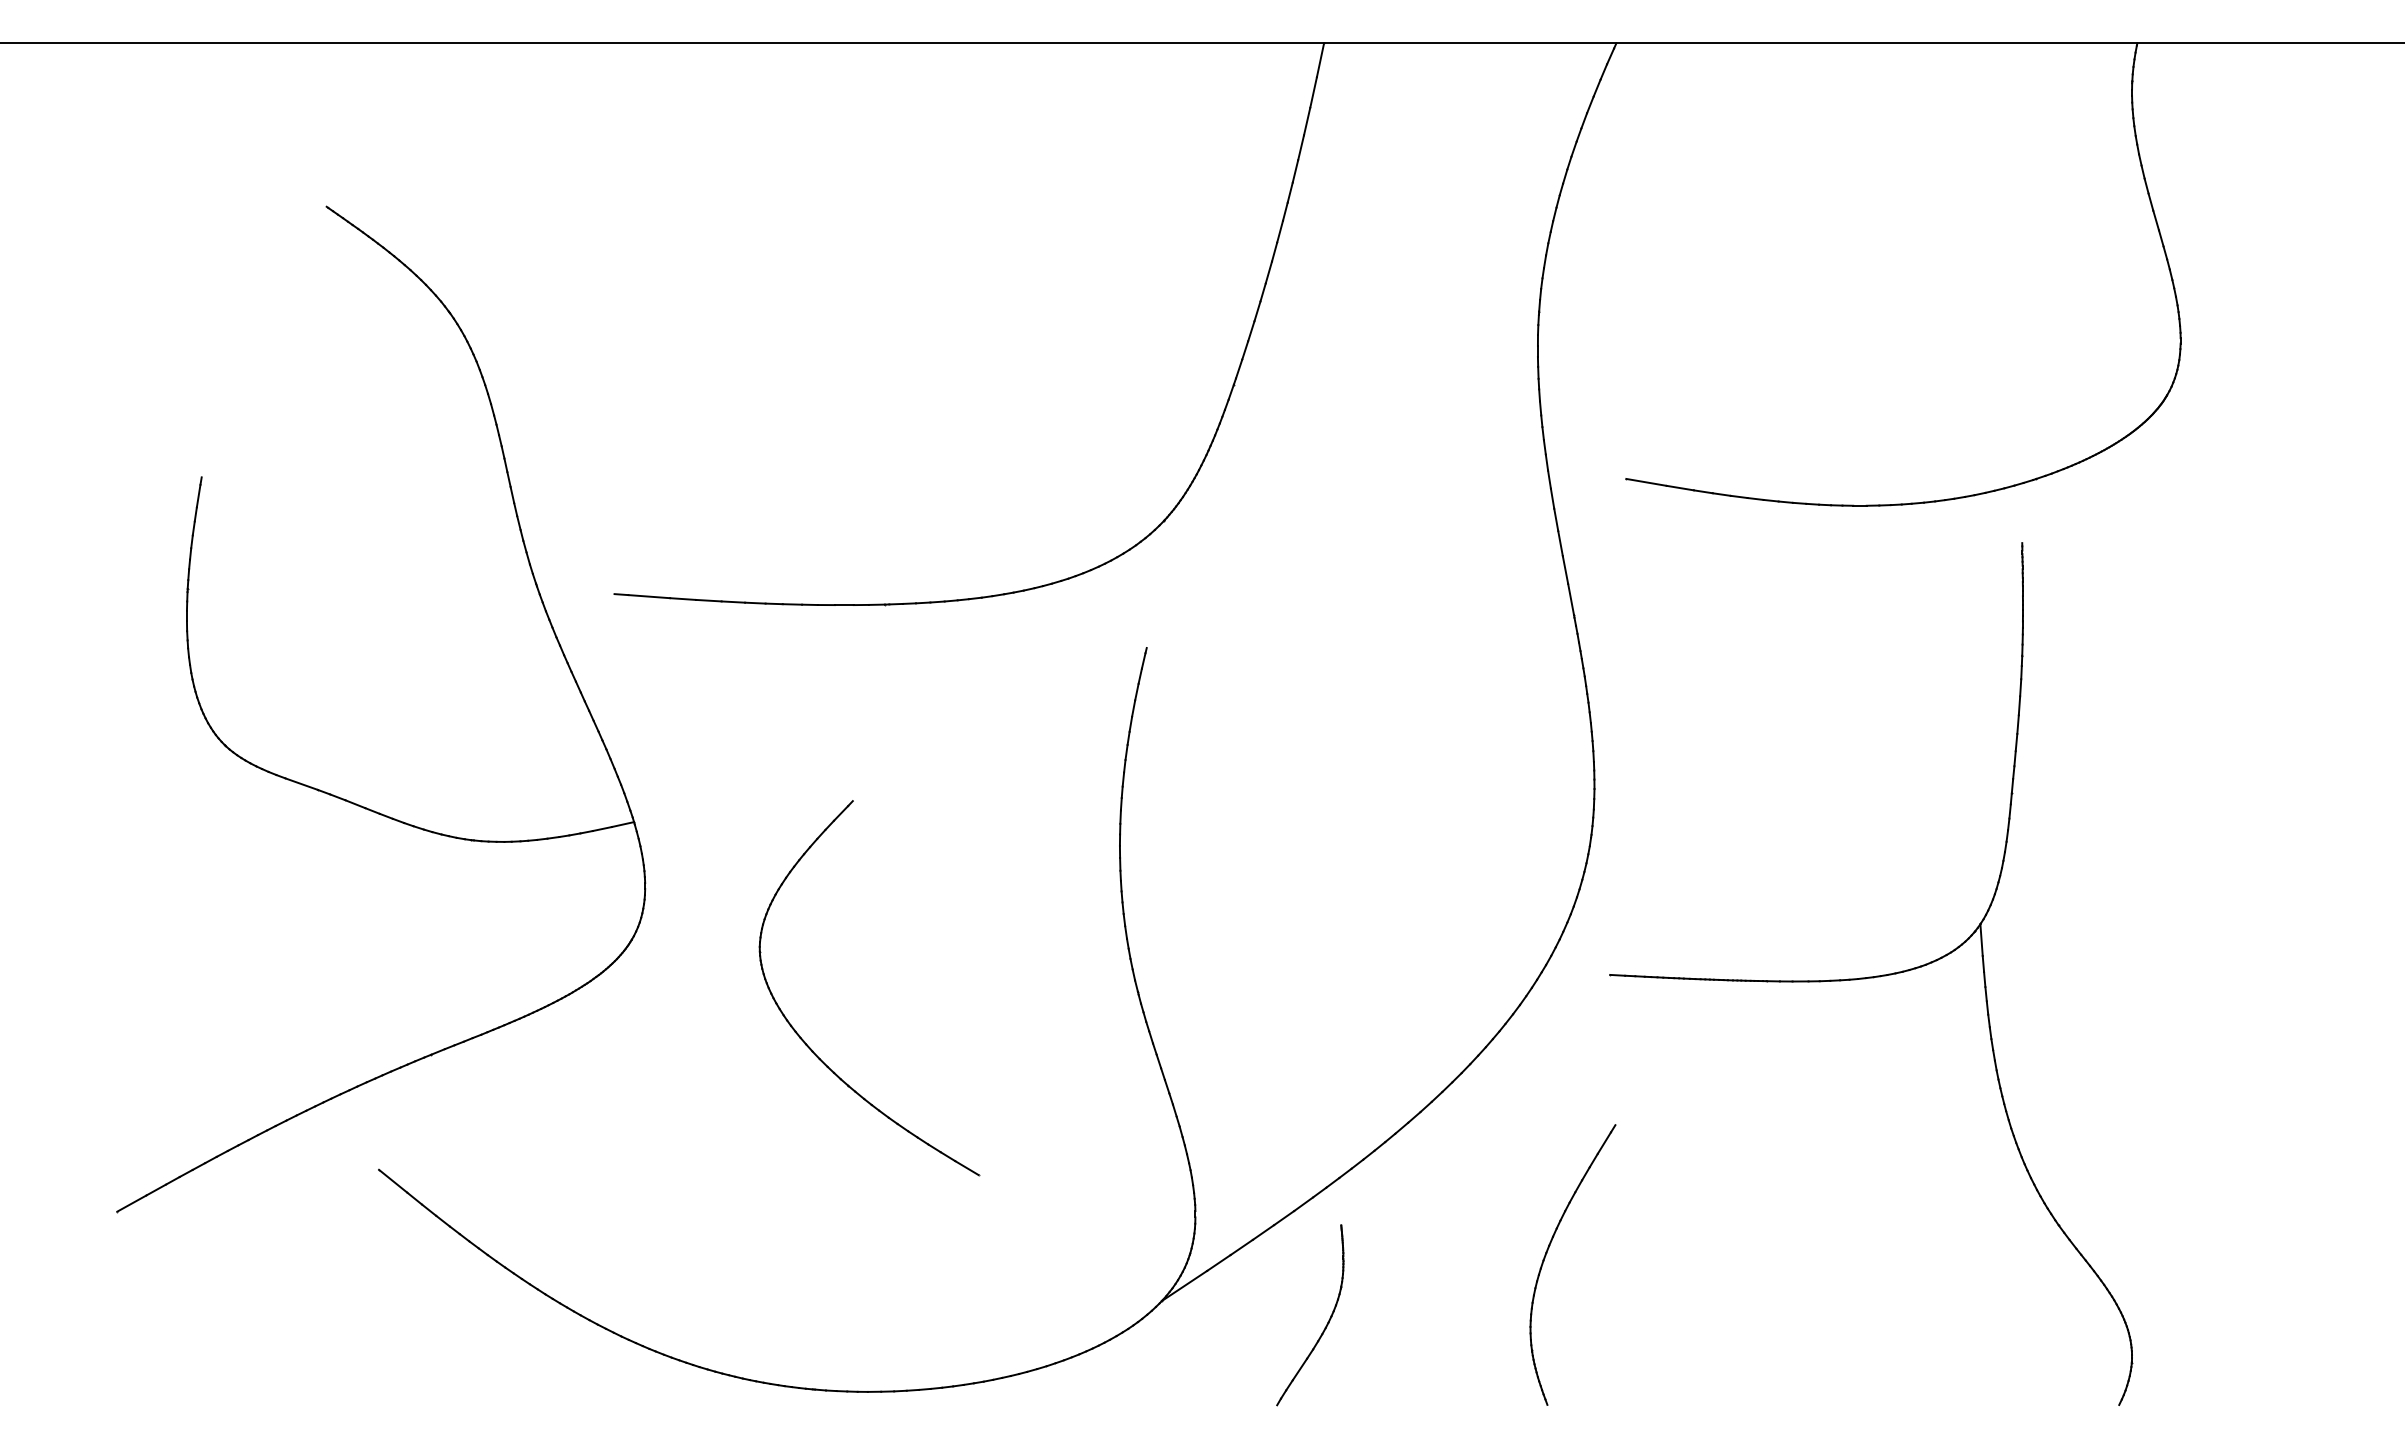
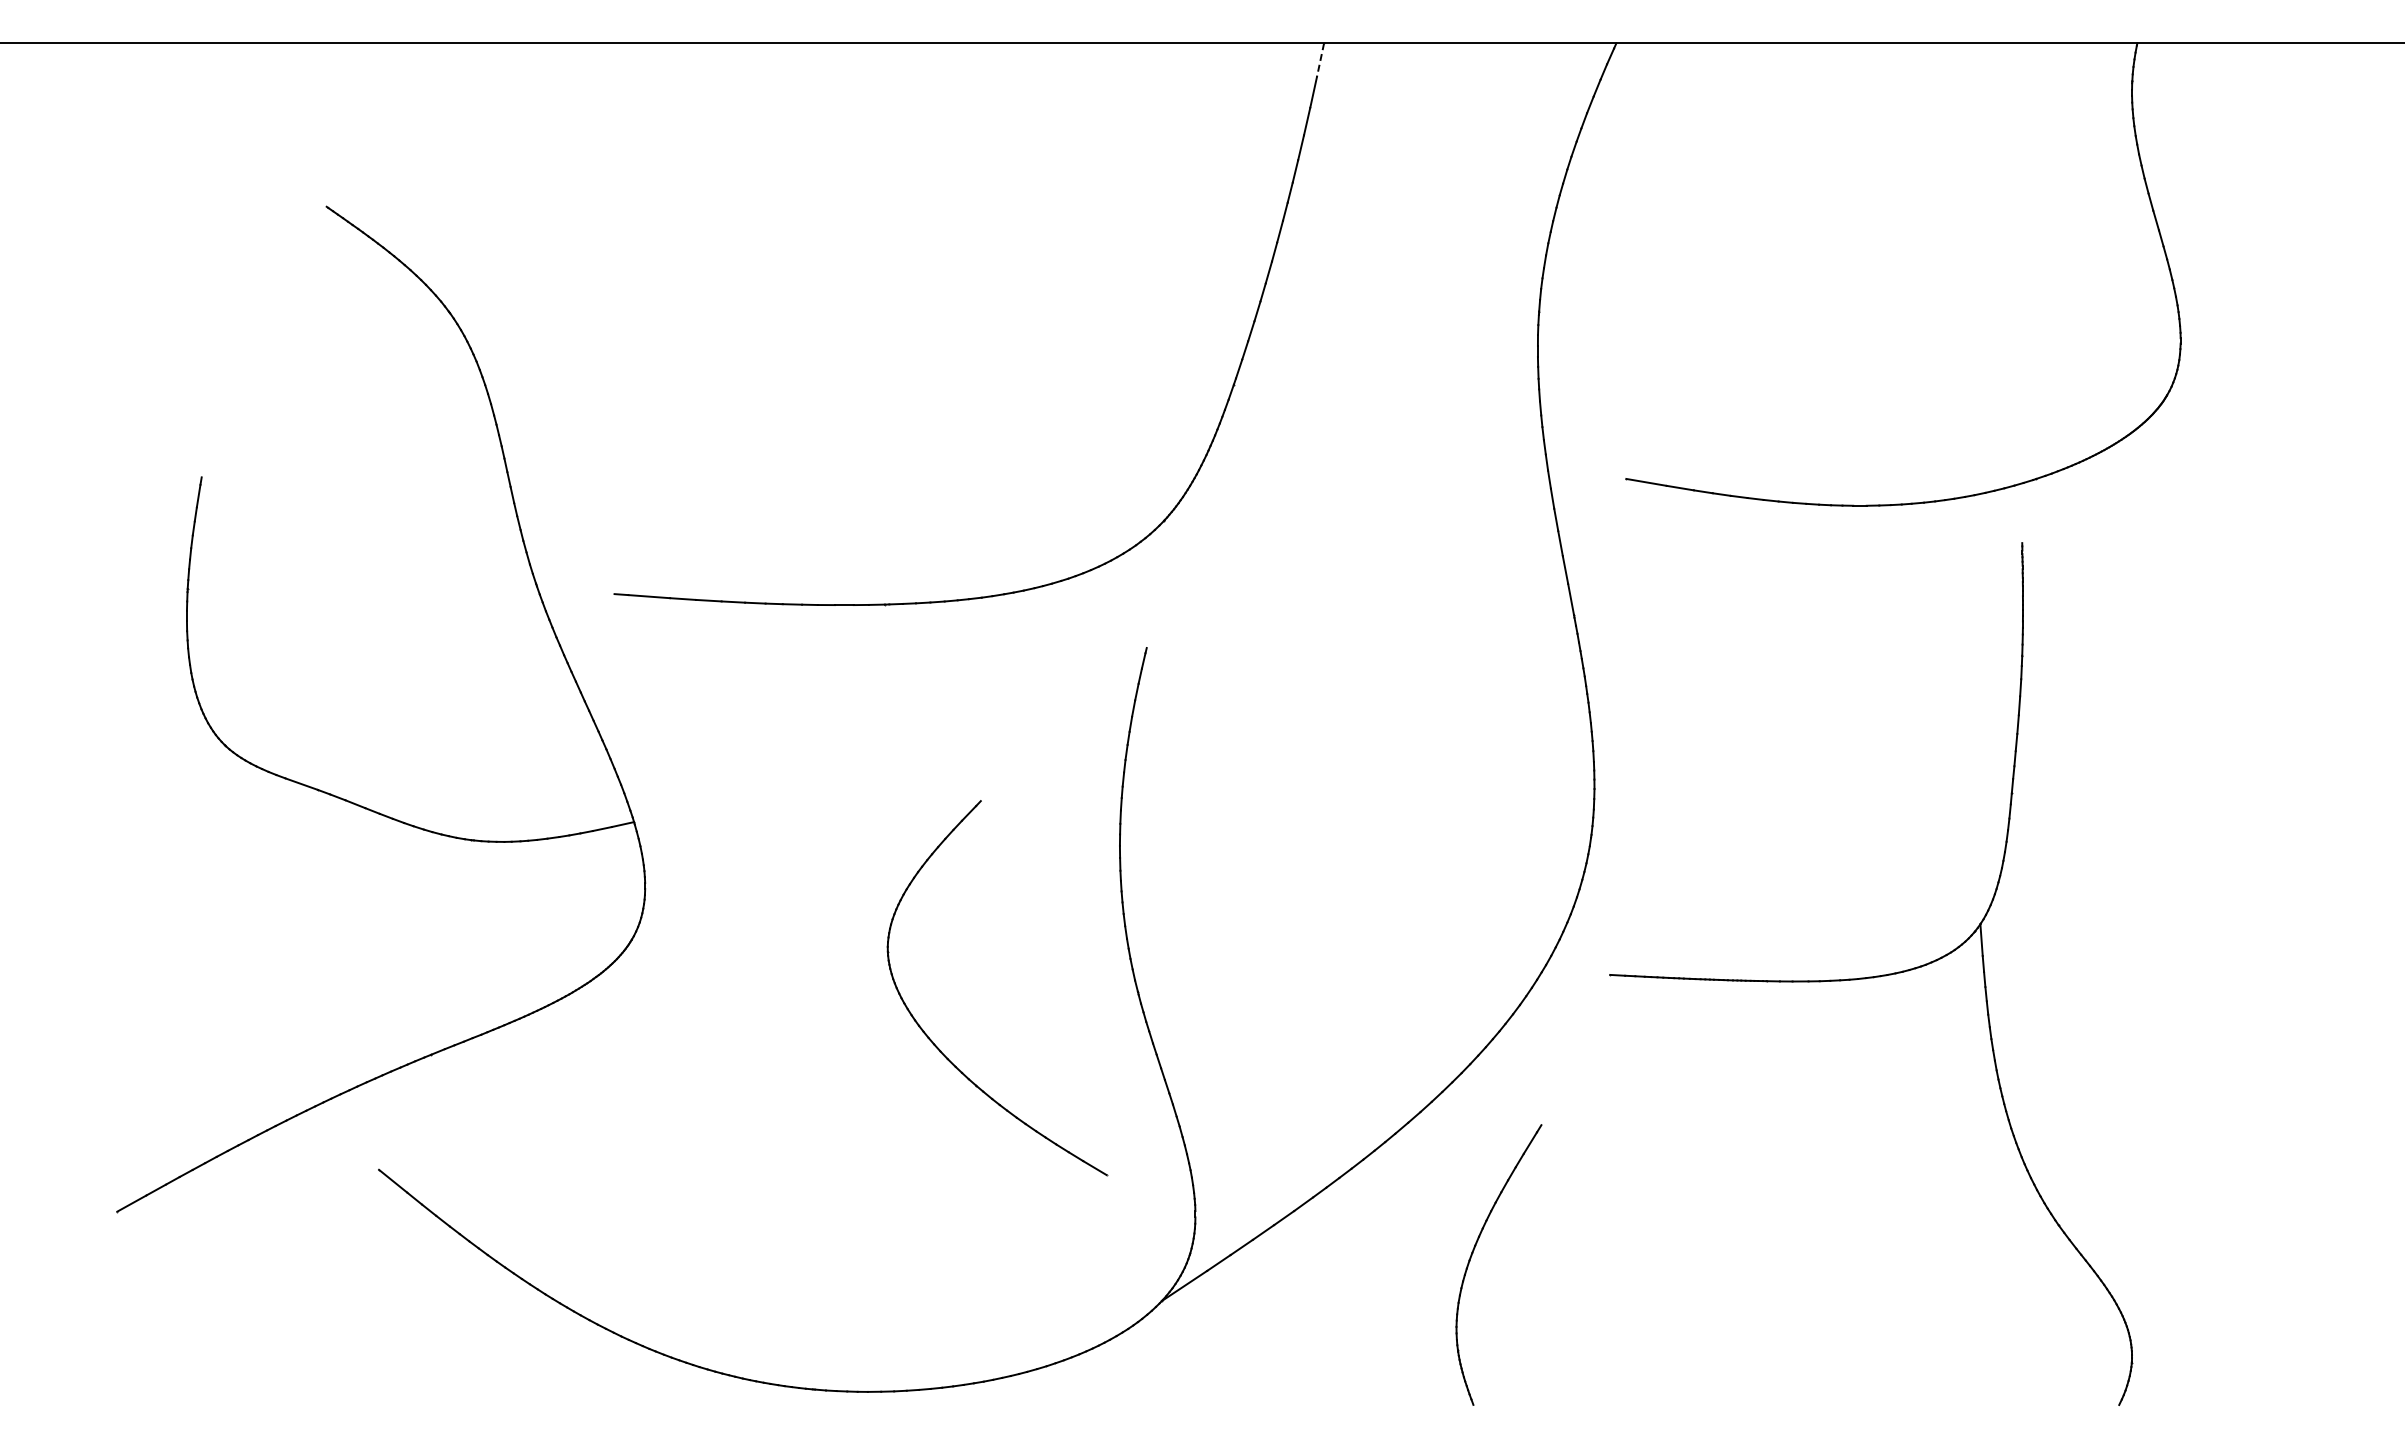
line at (1320, 60): solid -> dashed
part at (804, 1040) position: (804, 1040) -> (932, 1040)
part at (1547, 1253) position: (1547, 1253) -> (1473, 1253)
part at (1326, 1324): present -> none
